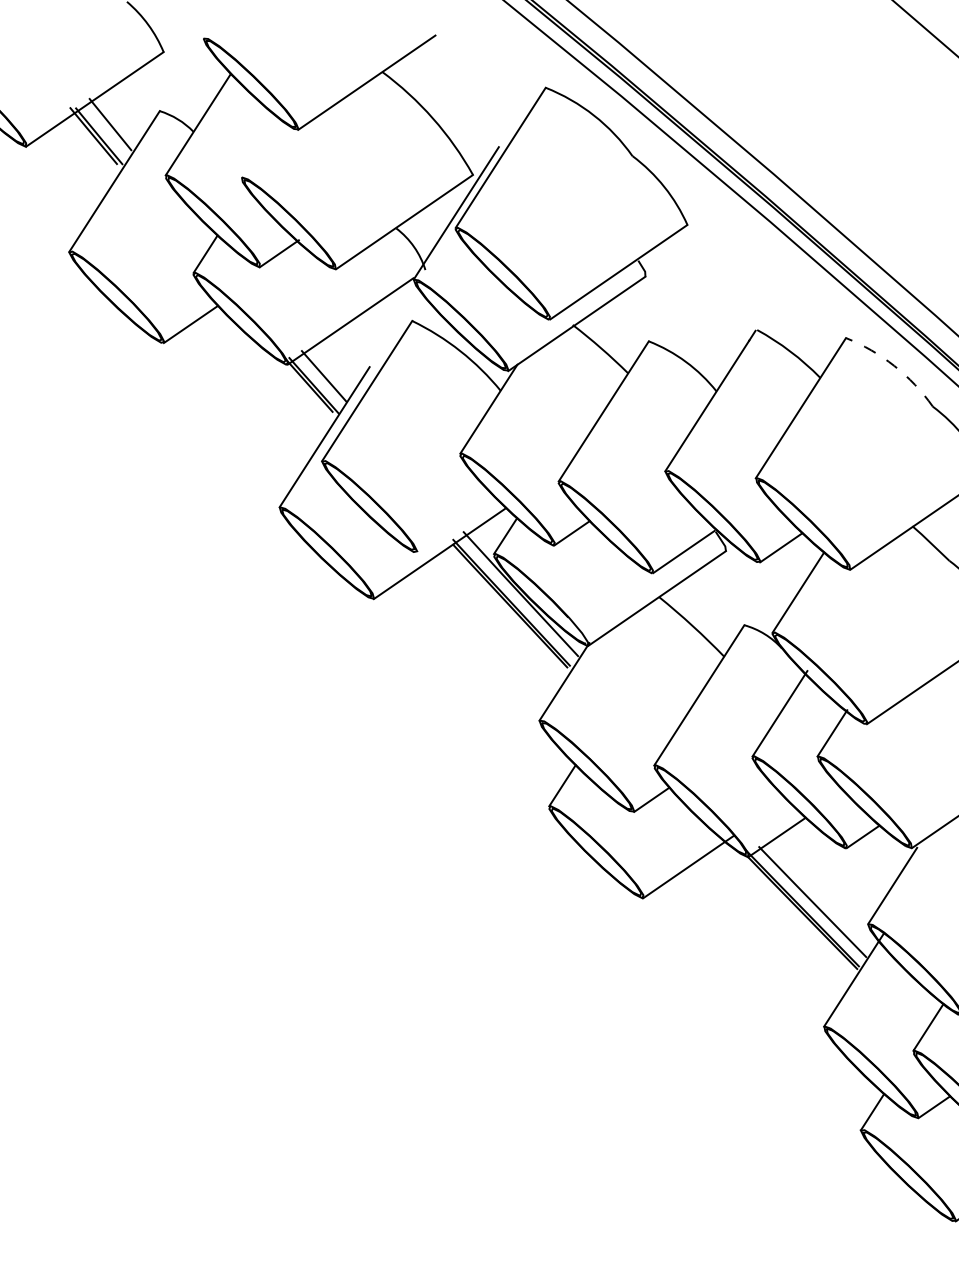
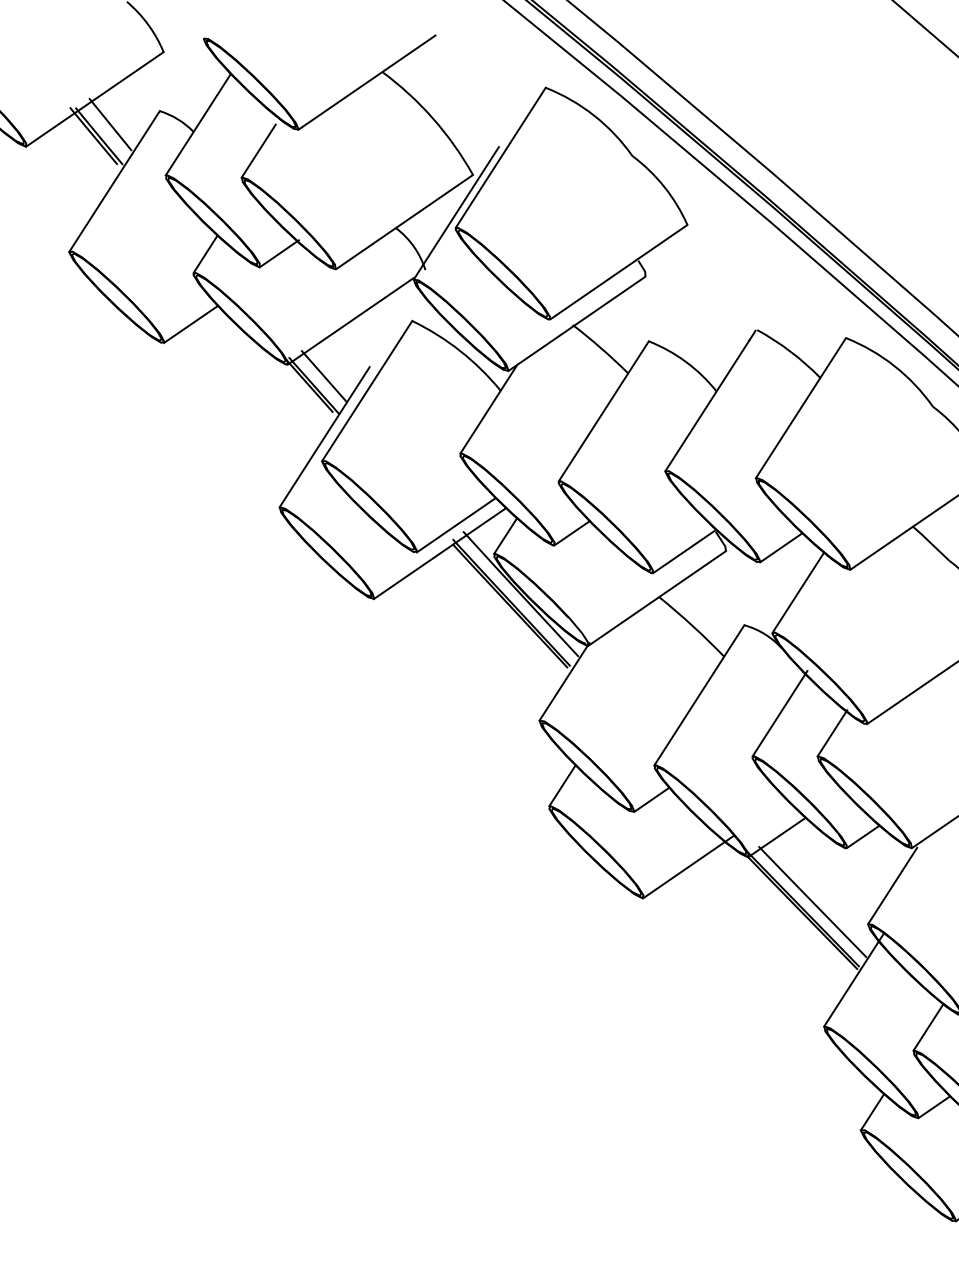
line at (258, 150): none -> present
arc at (894, 365): dashed -> solid
line at (455, 525): none -> present
